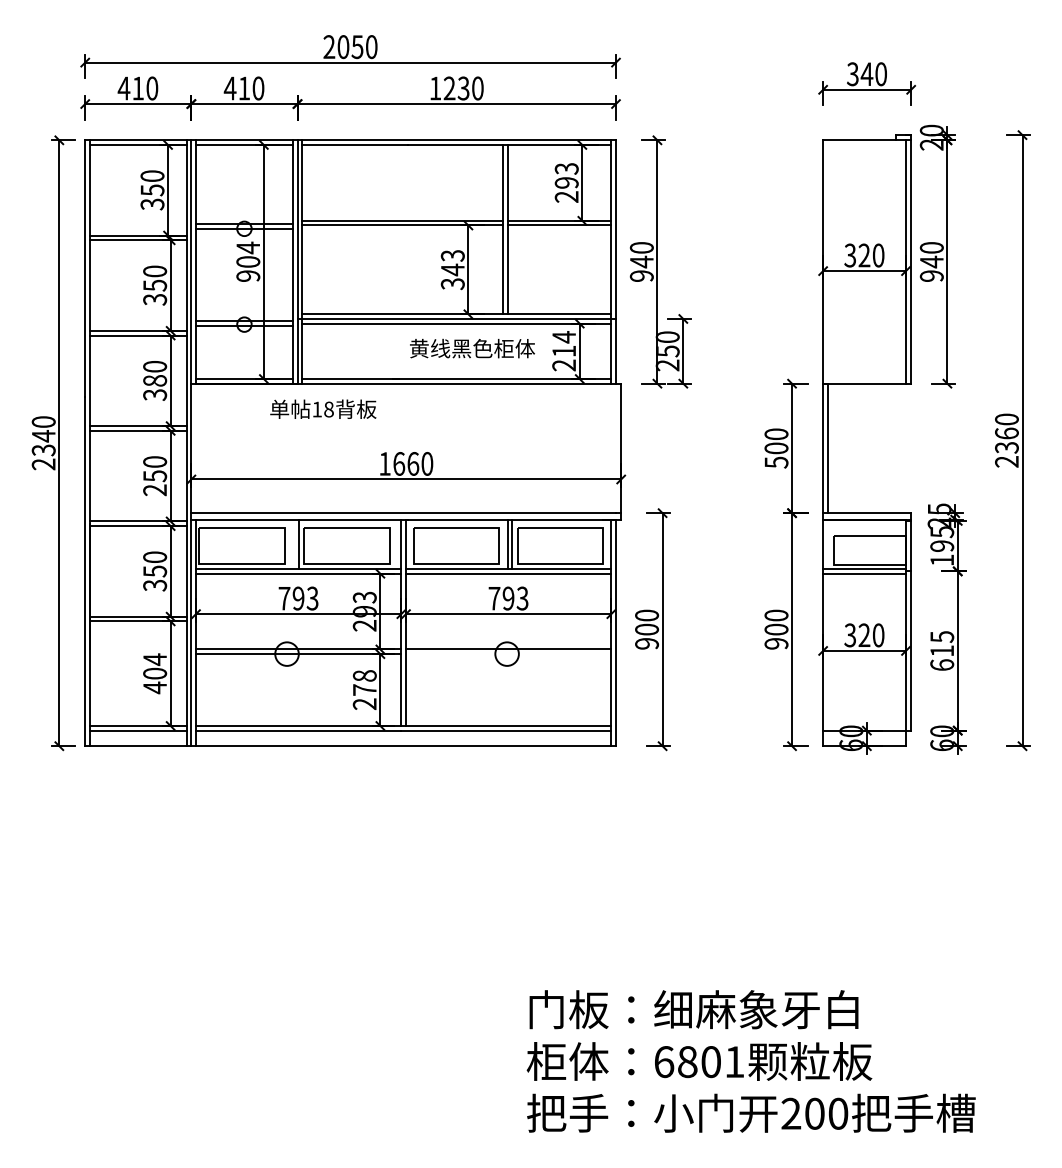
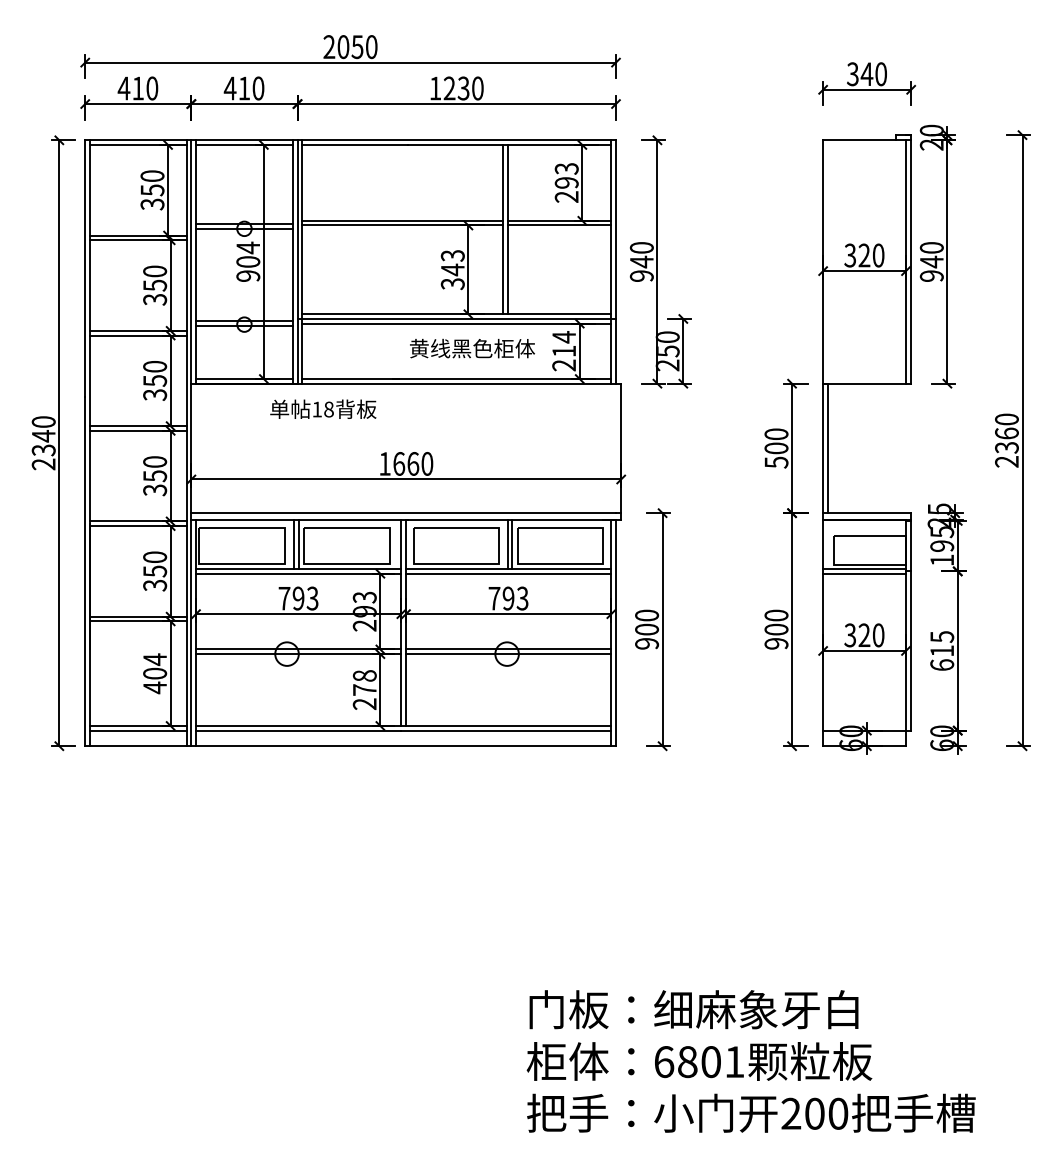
text at (154, 380): 380 -> 350
text at (155, 490): 250 -> 350
line at (294, 544): none -> present
line at (508, 654): none -> present
